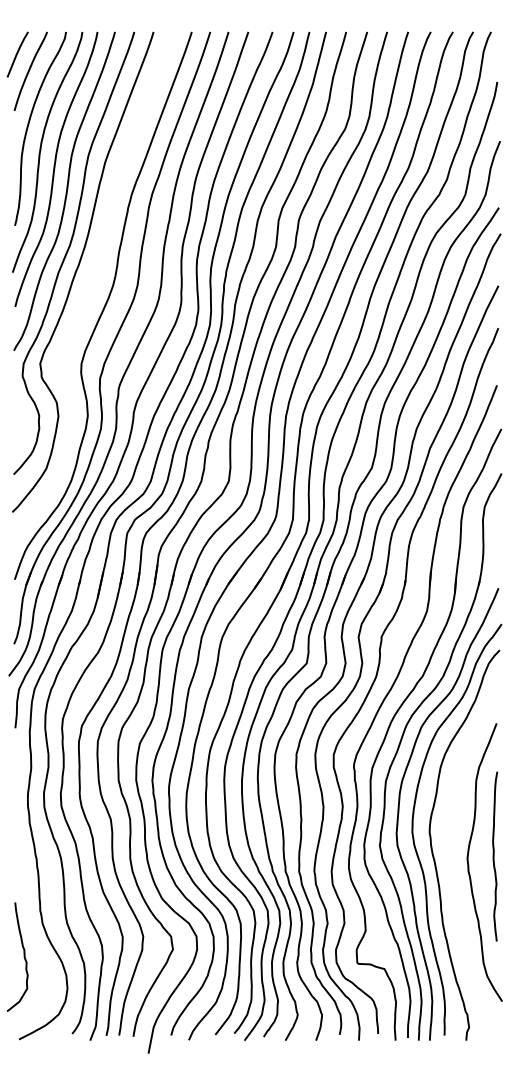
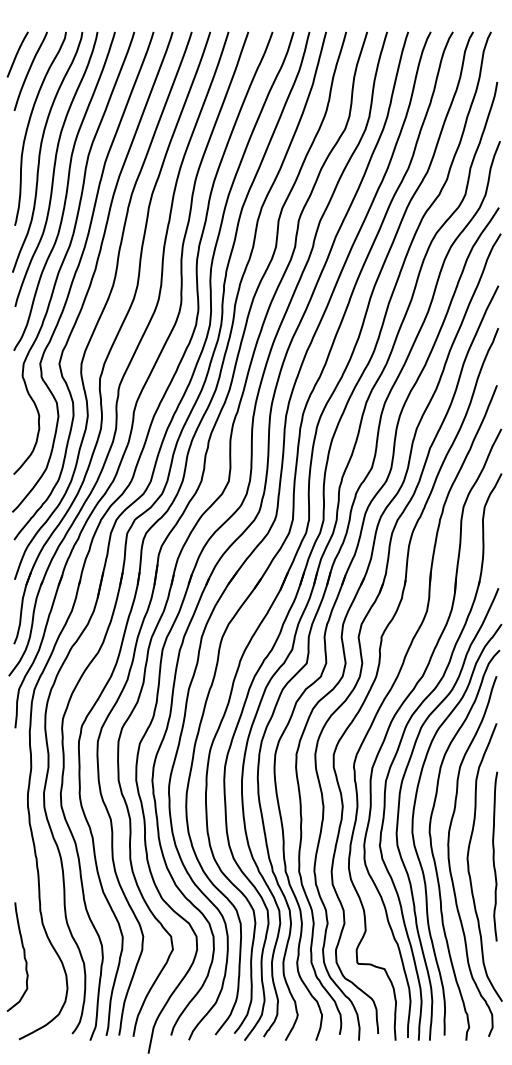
curve at (91, 285): none -> present
curve at (450, 862): none -> present
